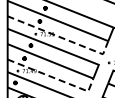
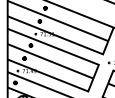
line at (61, 37): dashed -> solid
line at (54, 78): dashed -> solid
